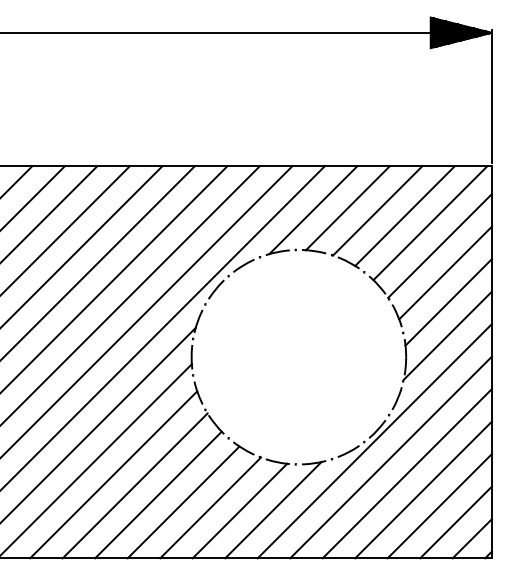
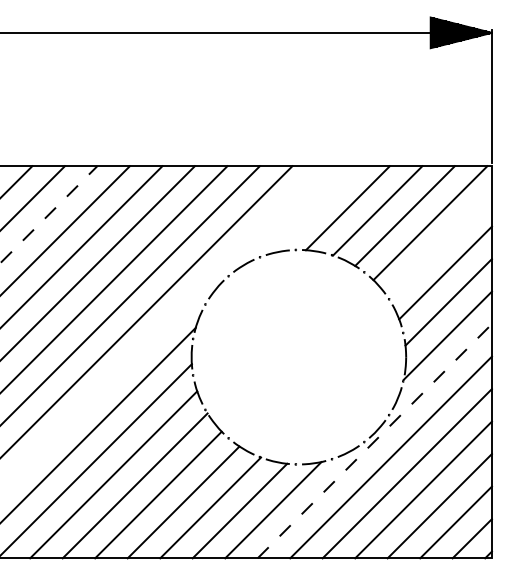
line at (313, 210): present -> none
line at (49, 214): solid -> dashed
line at (439, 245): present -> none
line at (163, 327): present -> none
line at (374, 441): solid -> dashed
